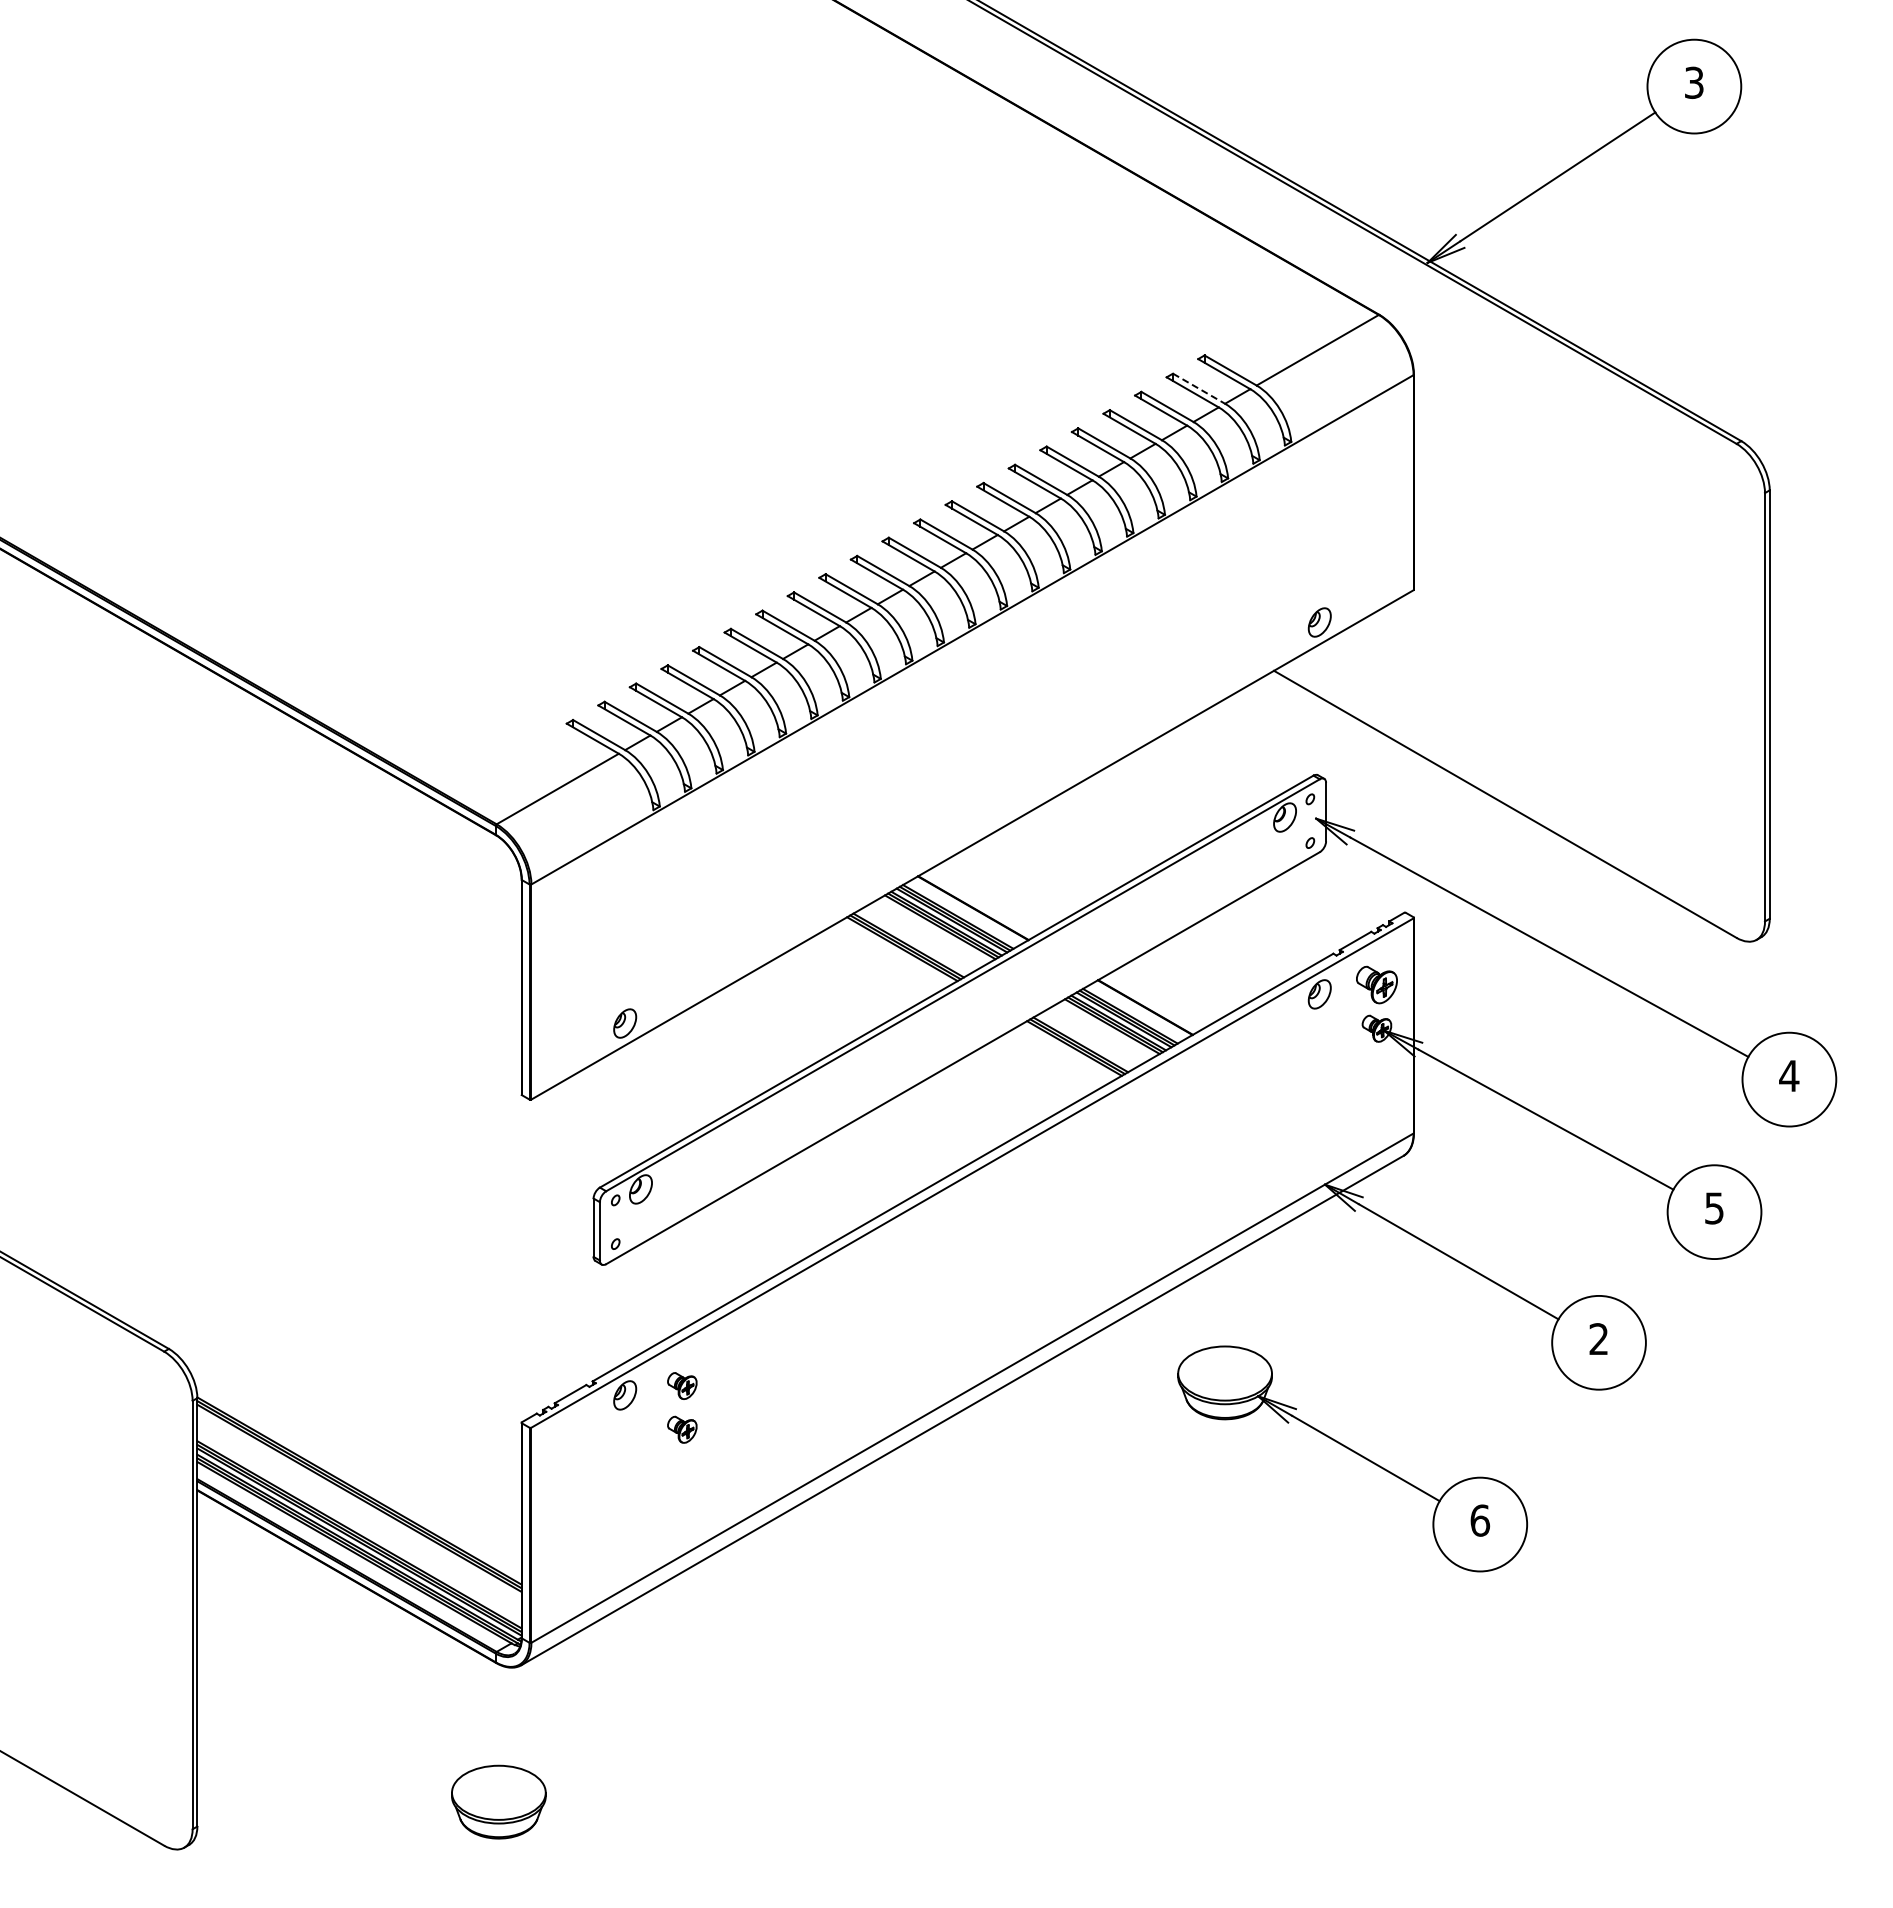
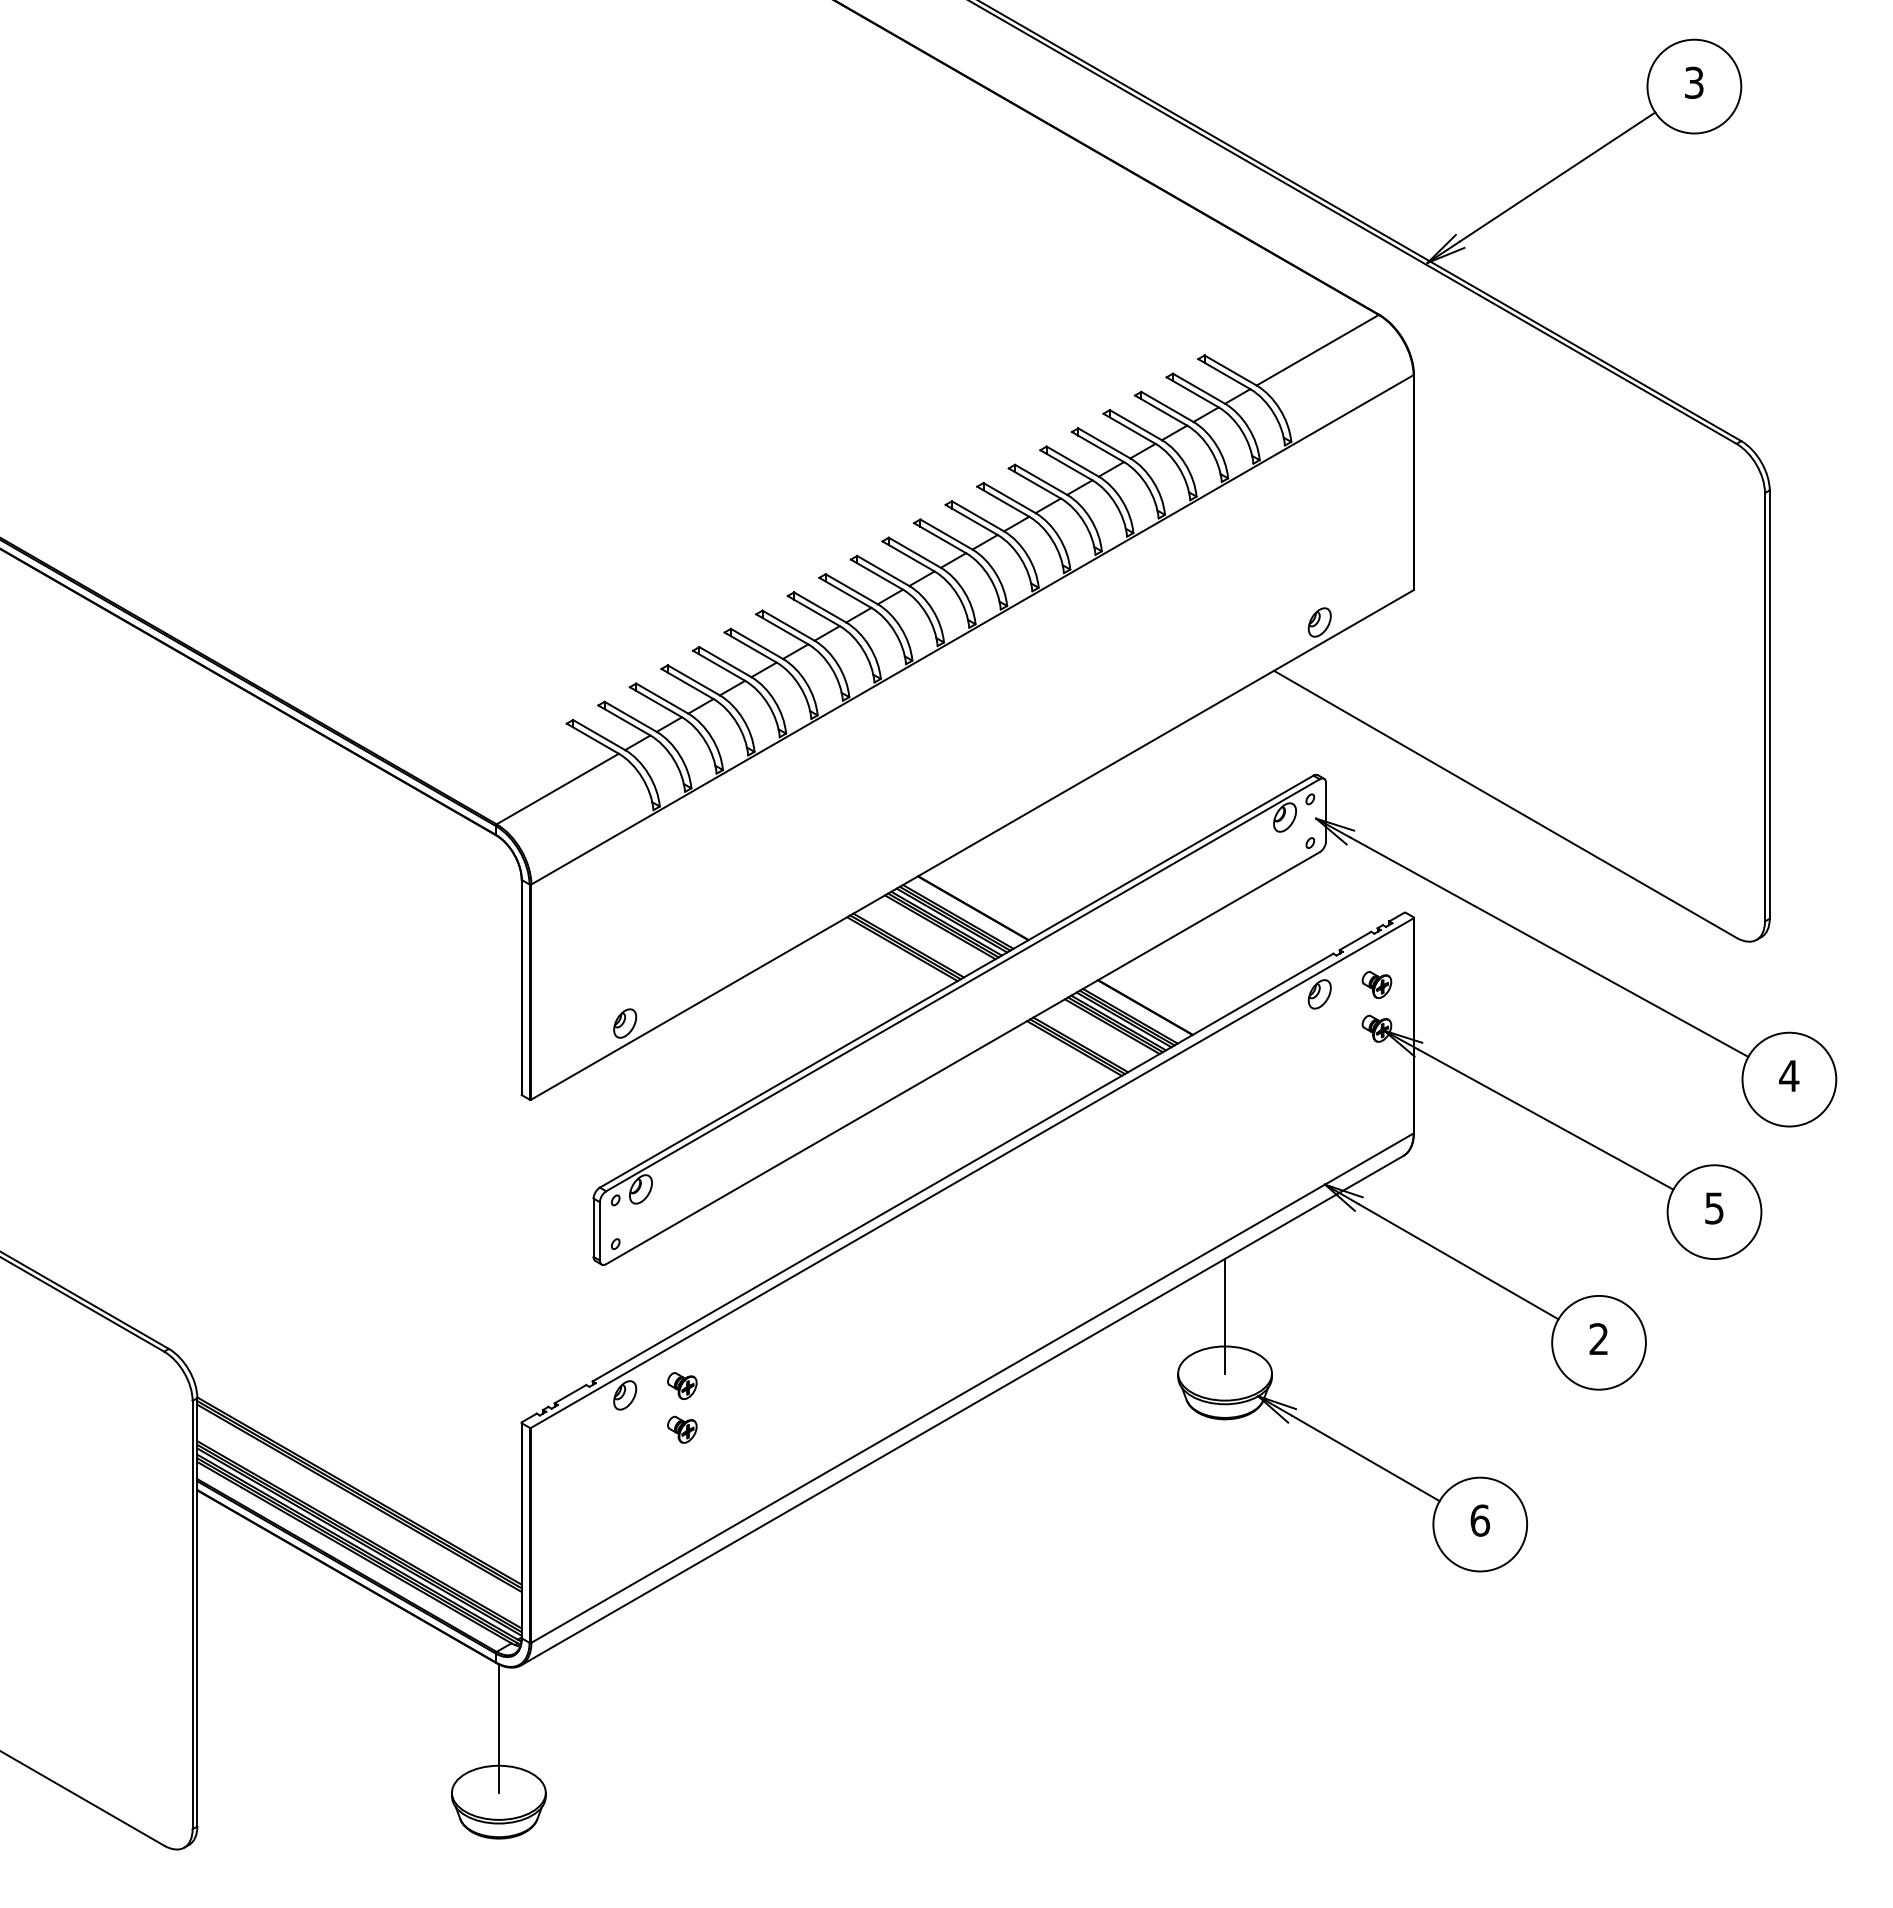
line at (1199, 388): dashed -> solid
part at (1376, 984) size: 42x40 px -> 32x28 px
line at (1225, 1315): none -> present
line at (498, 1728): none -> present
